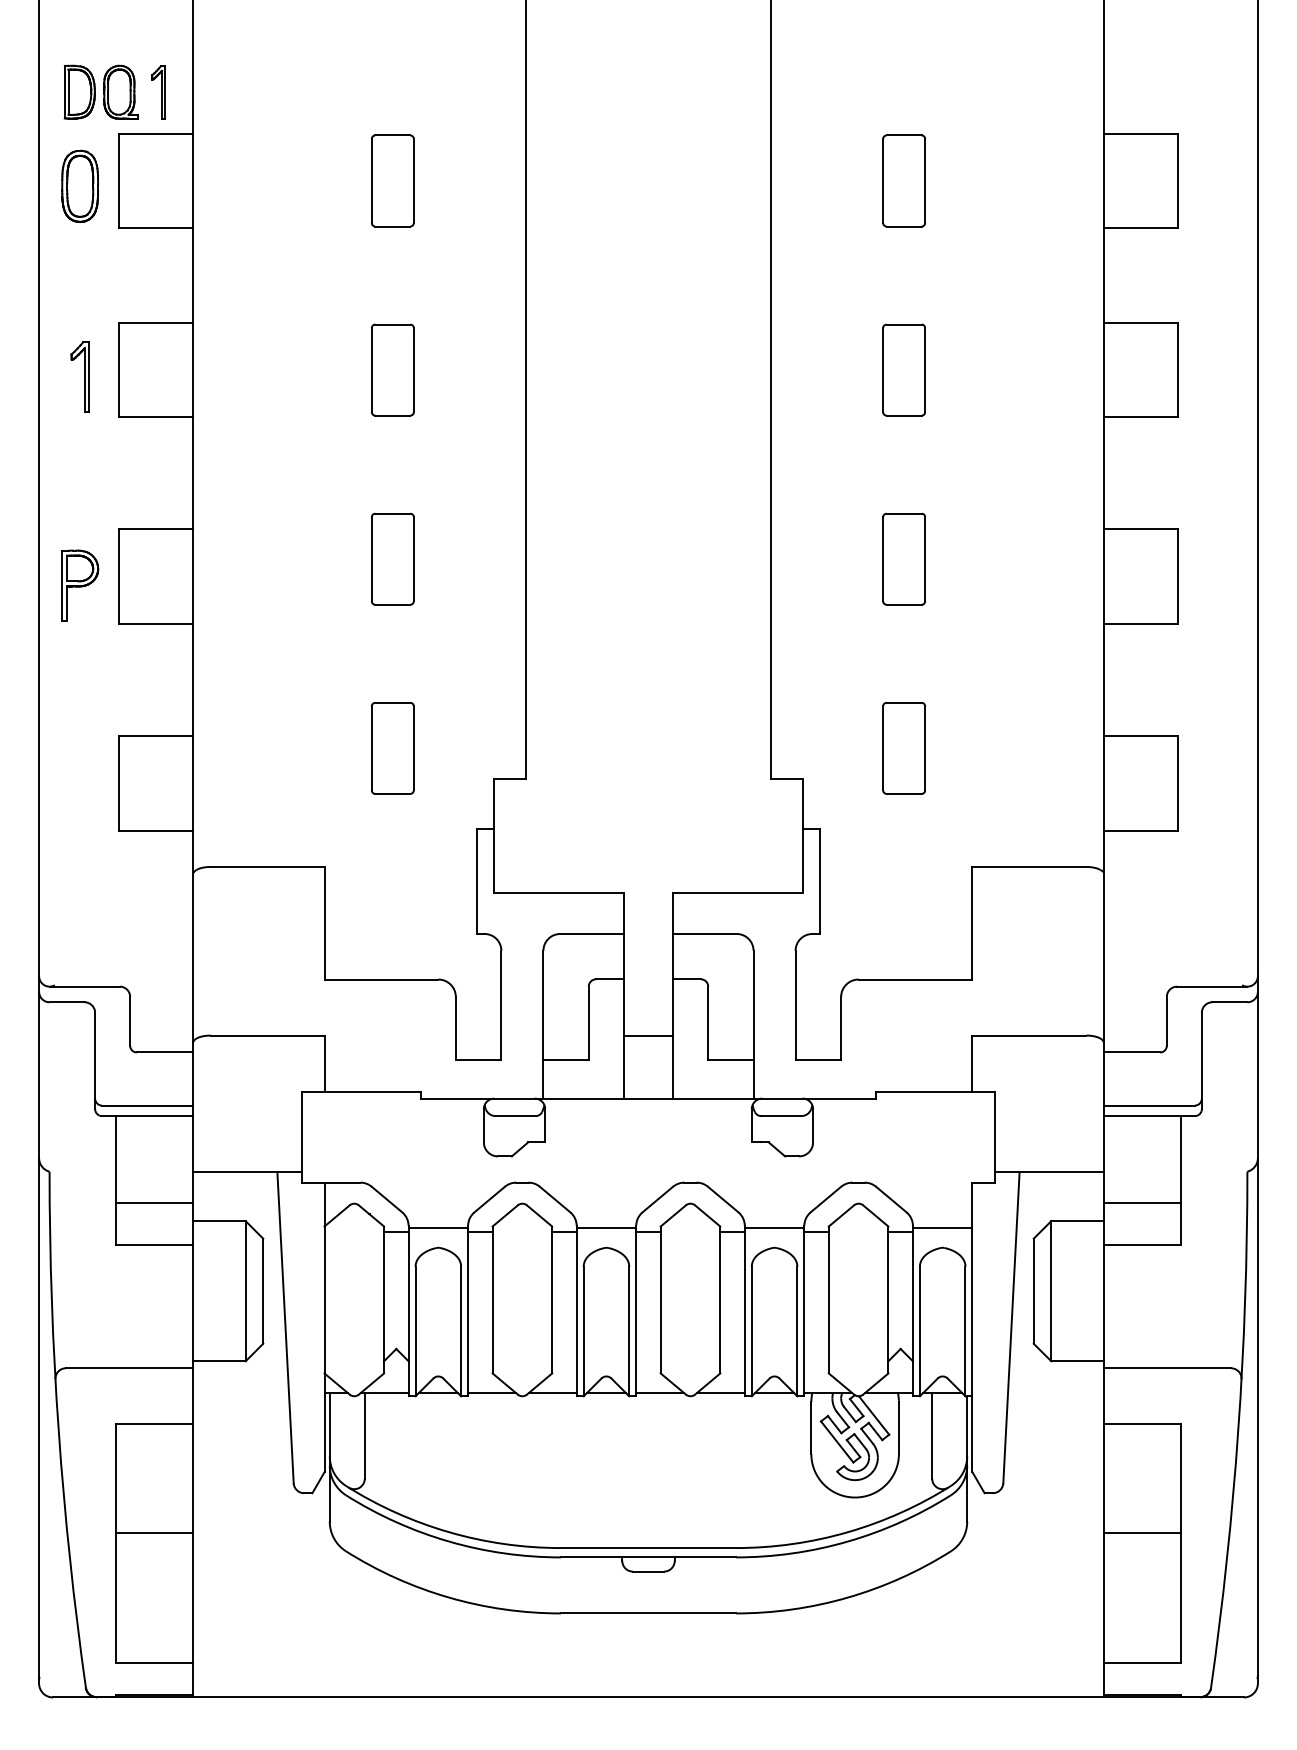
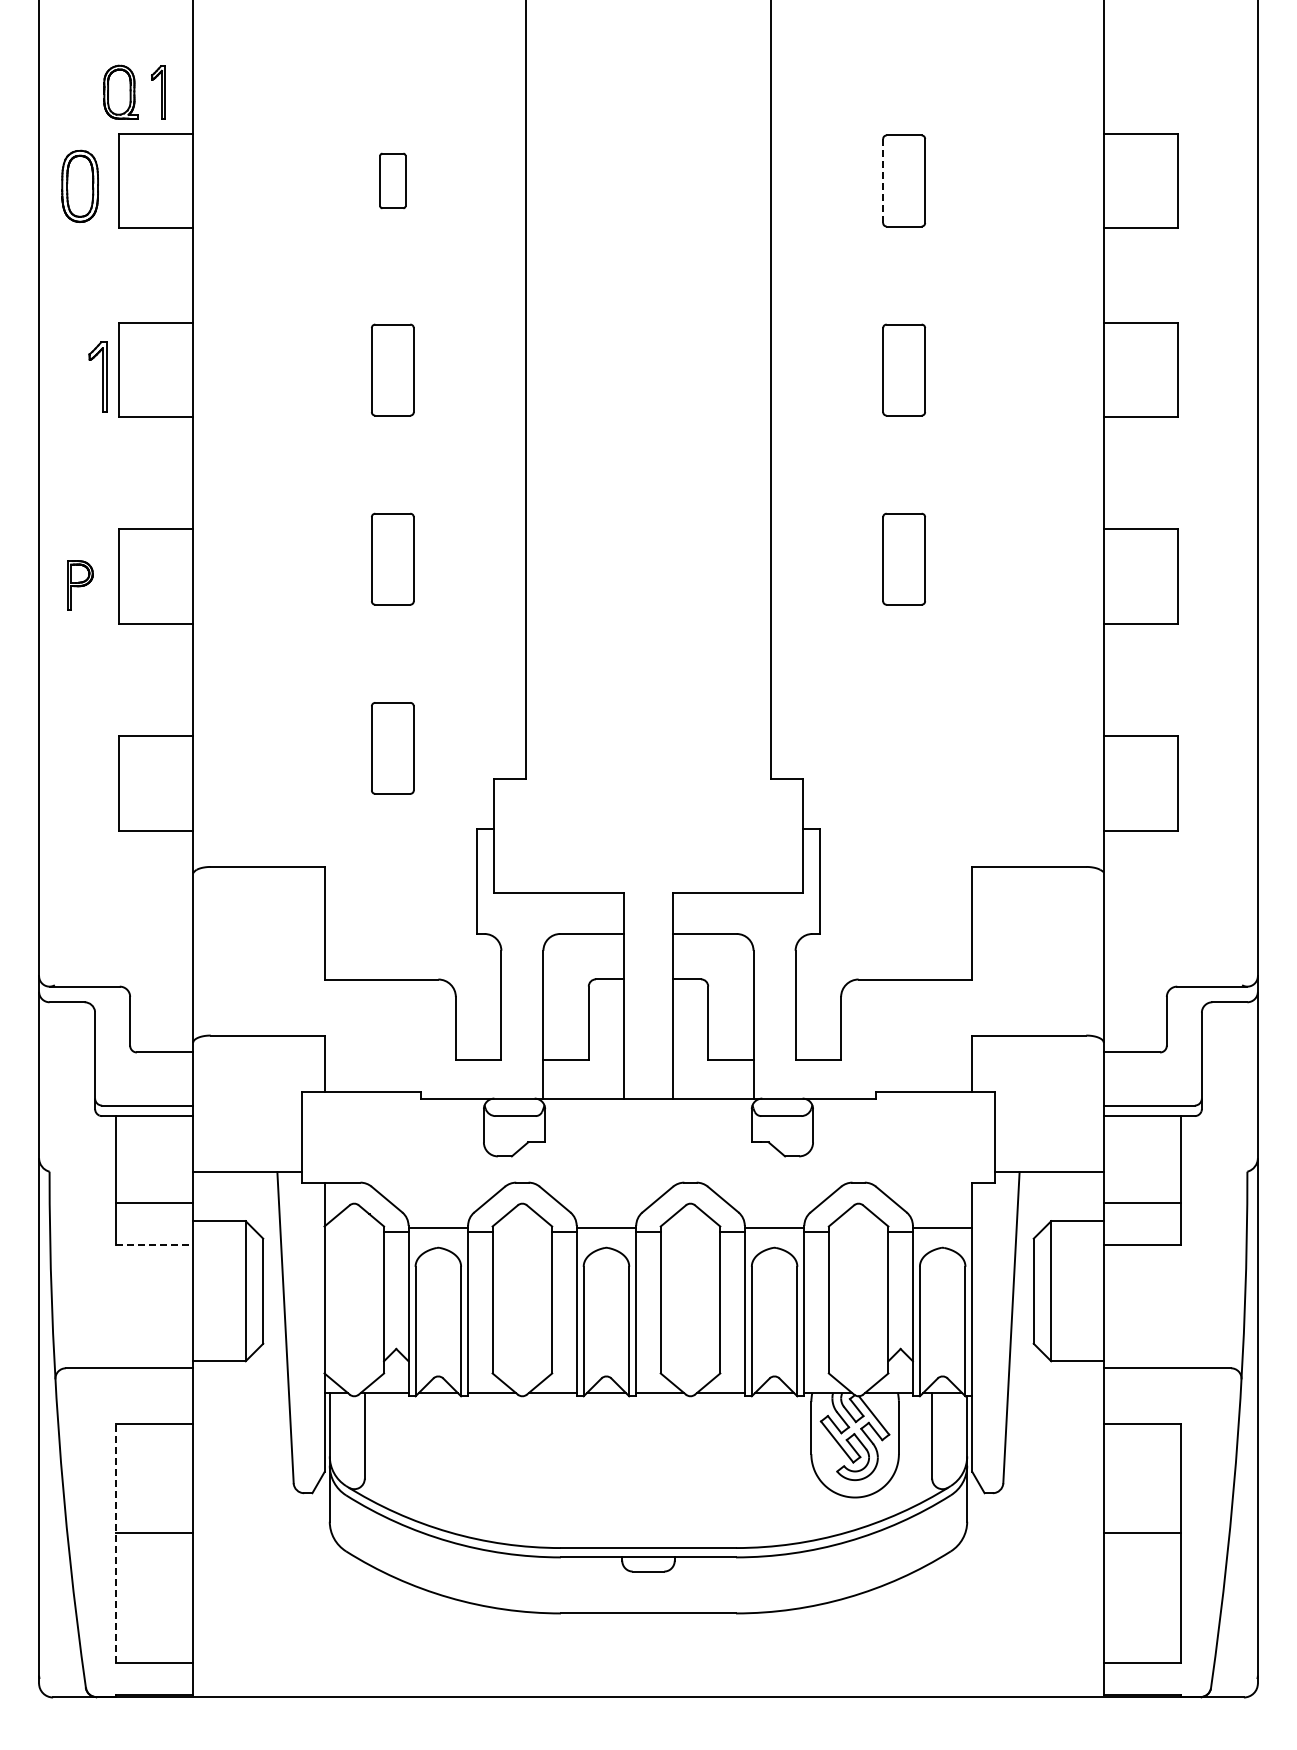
part at (79, 91): present -> none
part at (392, 180) size: 44x94 px -> 28x58 px
line at (883, 181): solid -> dashed
part at (79, 376) position: (79, 376) -> (97, 376)
part at (80, 585) size: 39x73 px -> 27x51 px
part at (903, 748): present -> none
line at (648, 1035): present -> none
line at (154, 1244): solid -> dashed
line at (116, 1543): solid -> dashed
